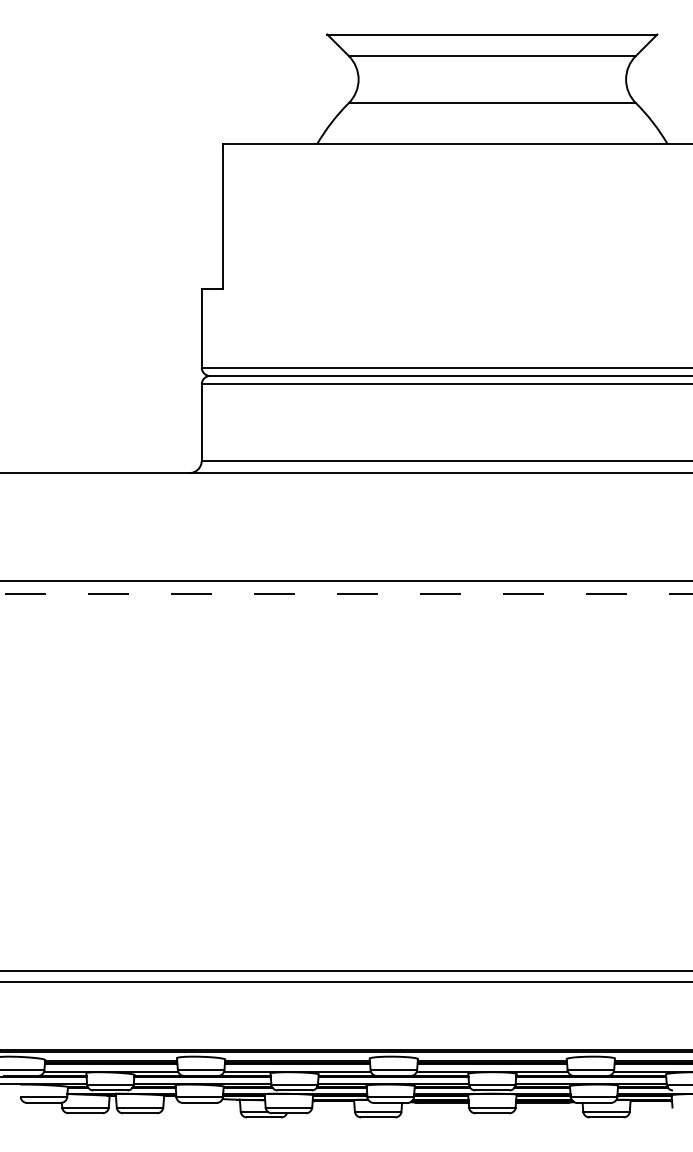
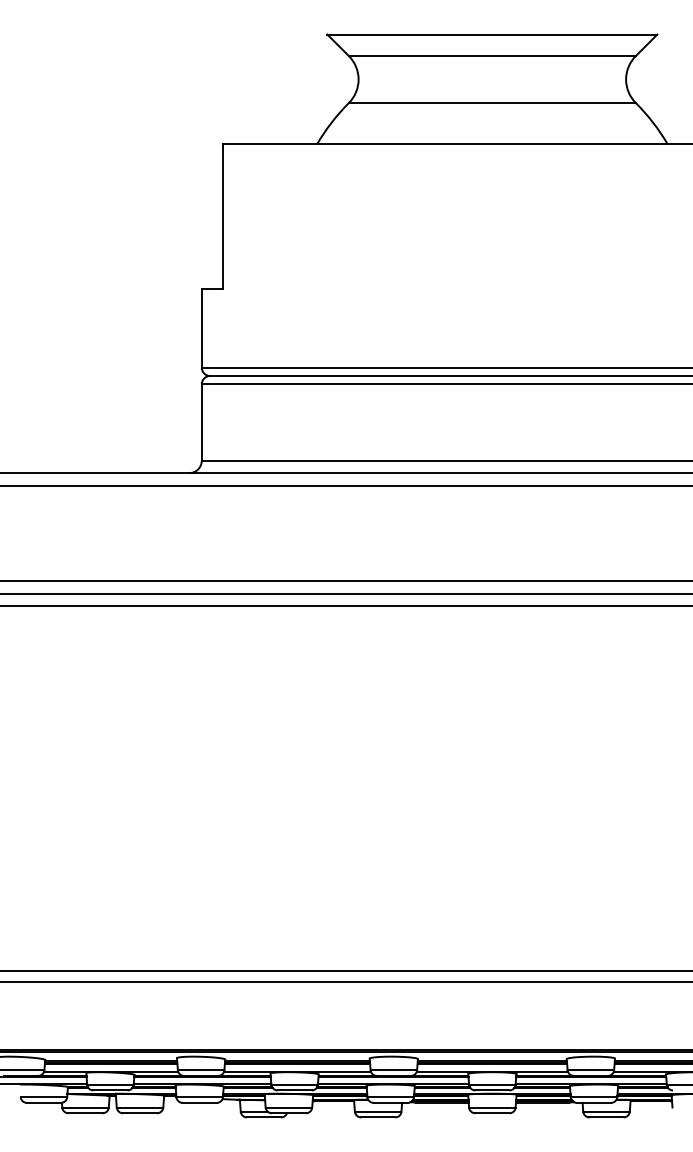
line at (345, 485): none -> present
line at (346, 593): dashed -> solid
line at (345, 606): none -> present
